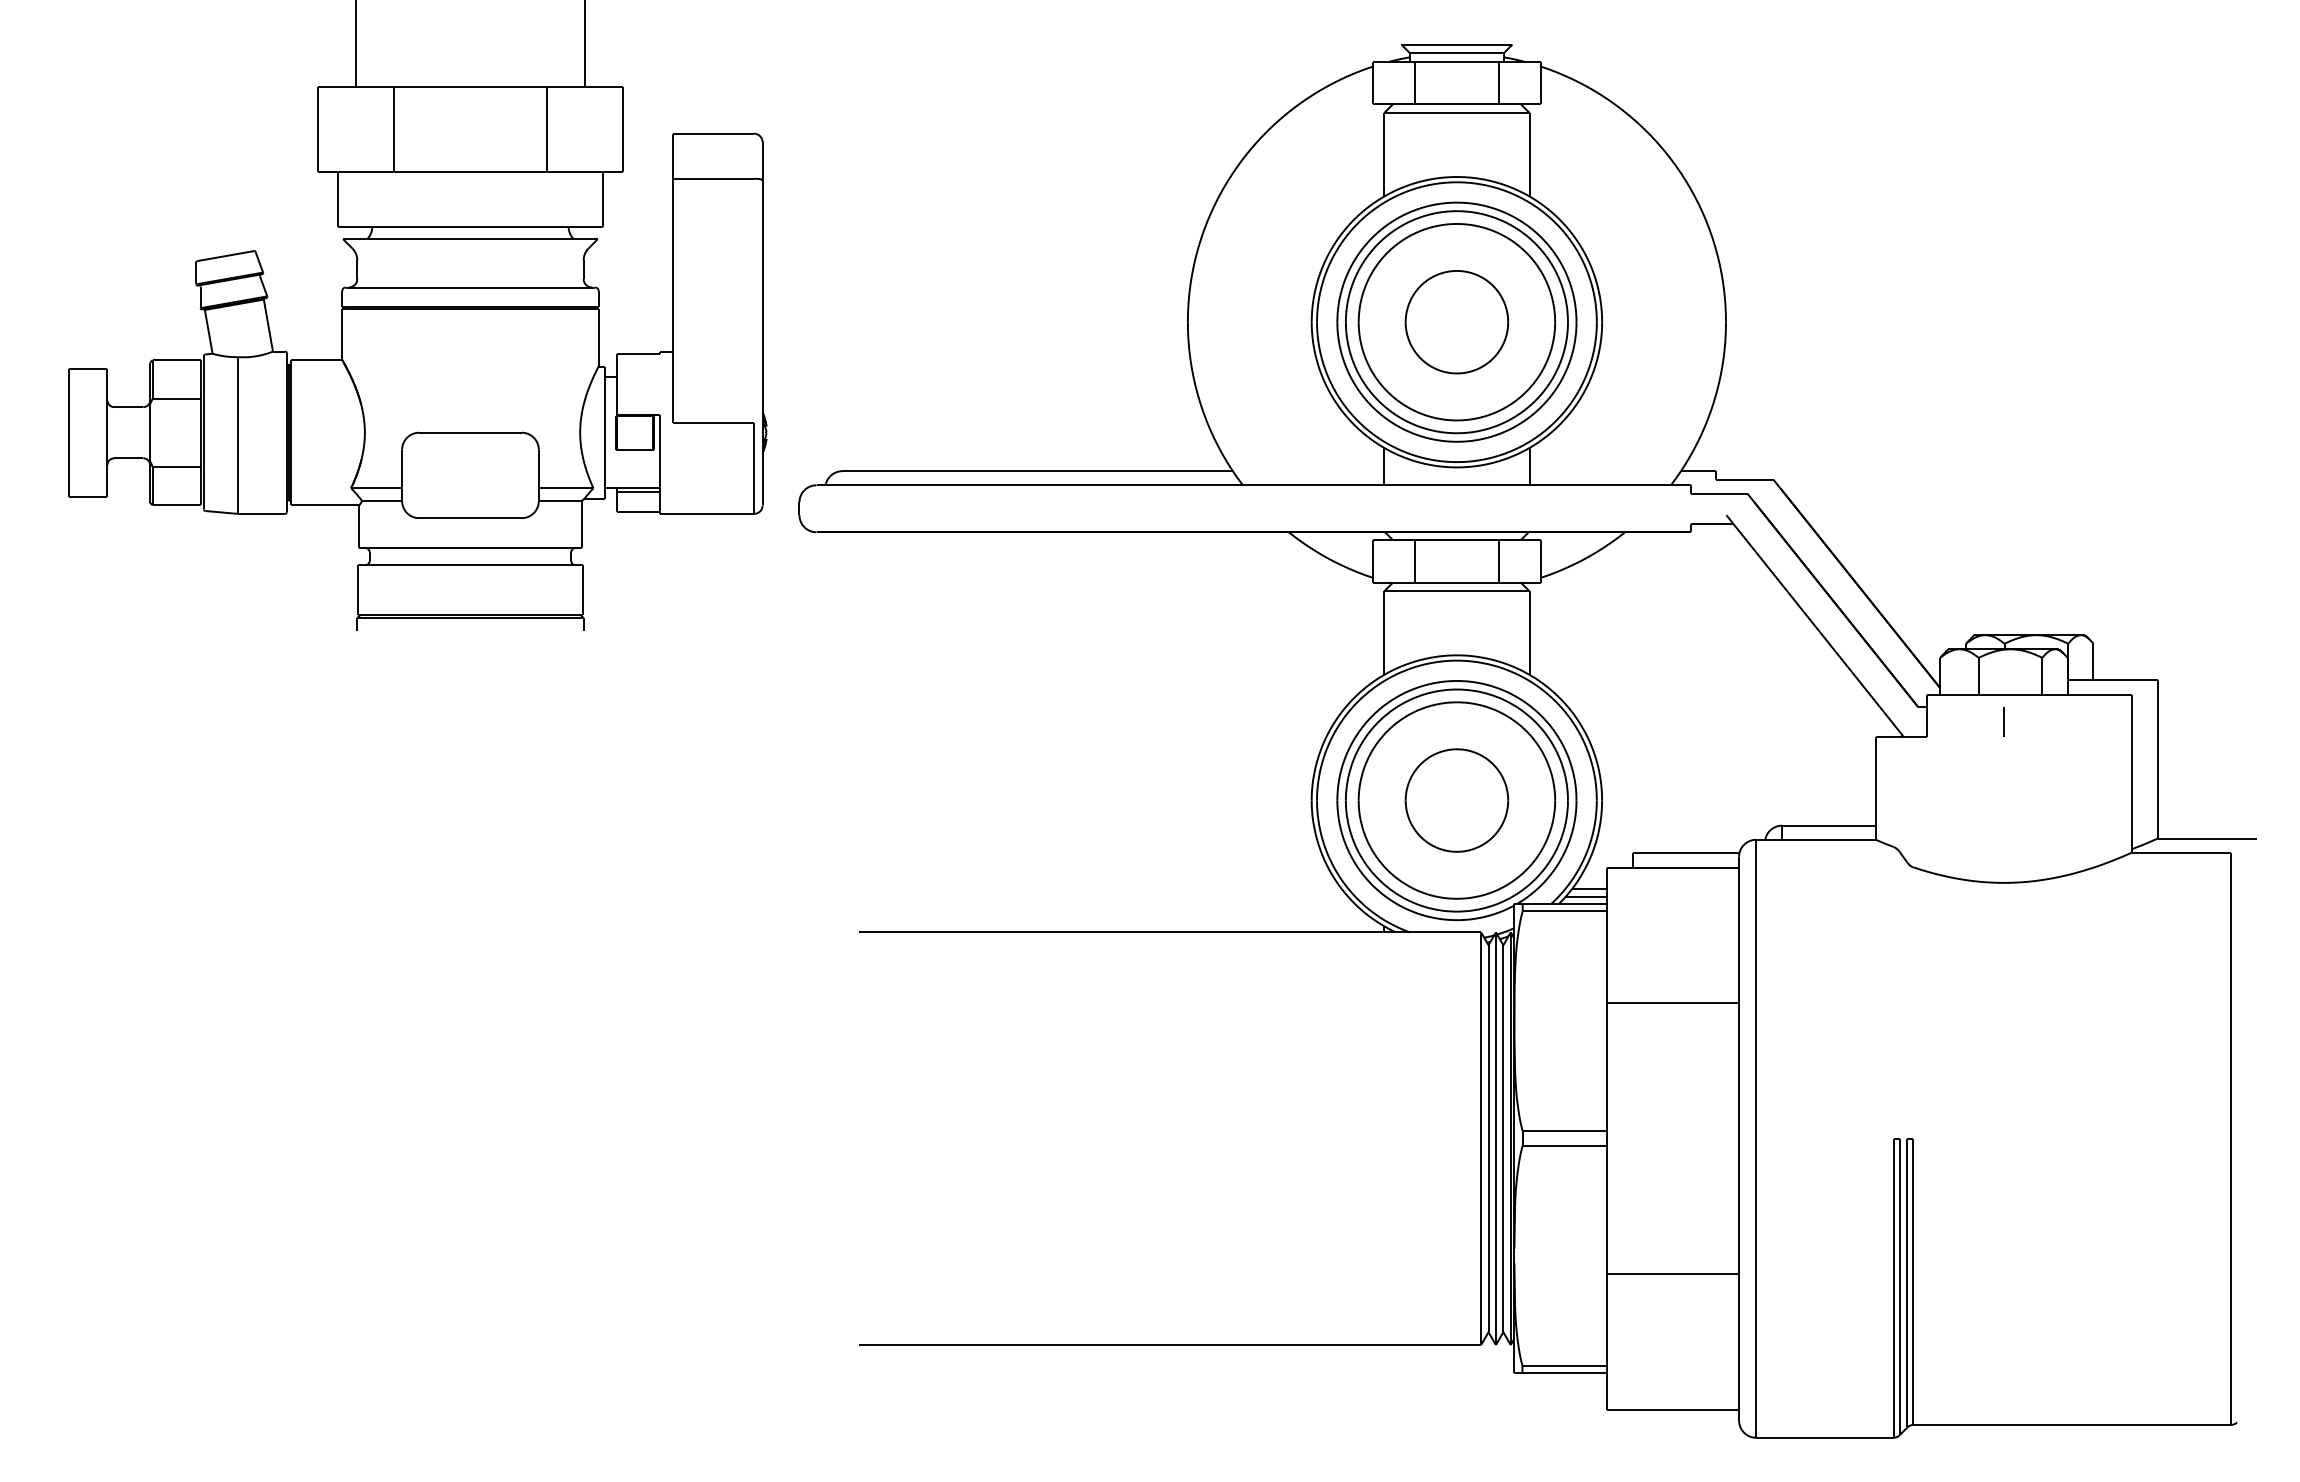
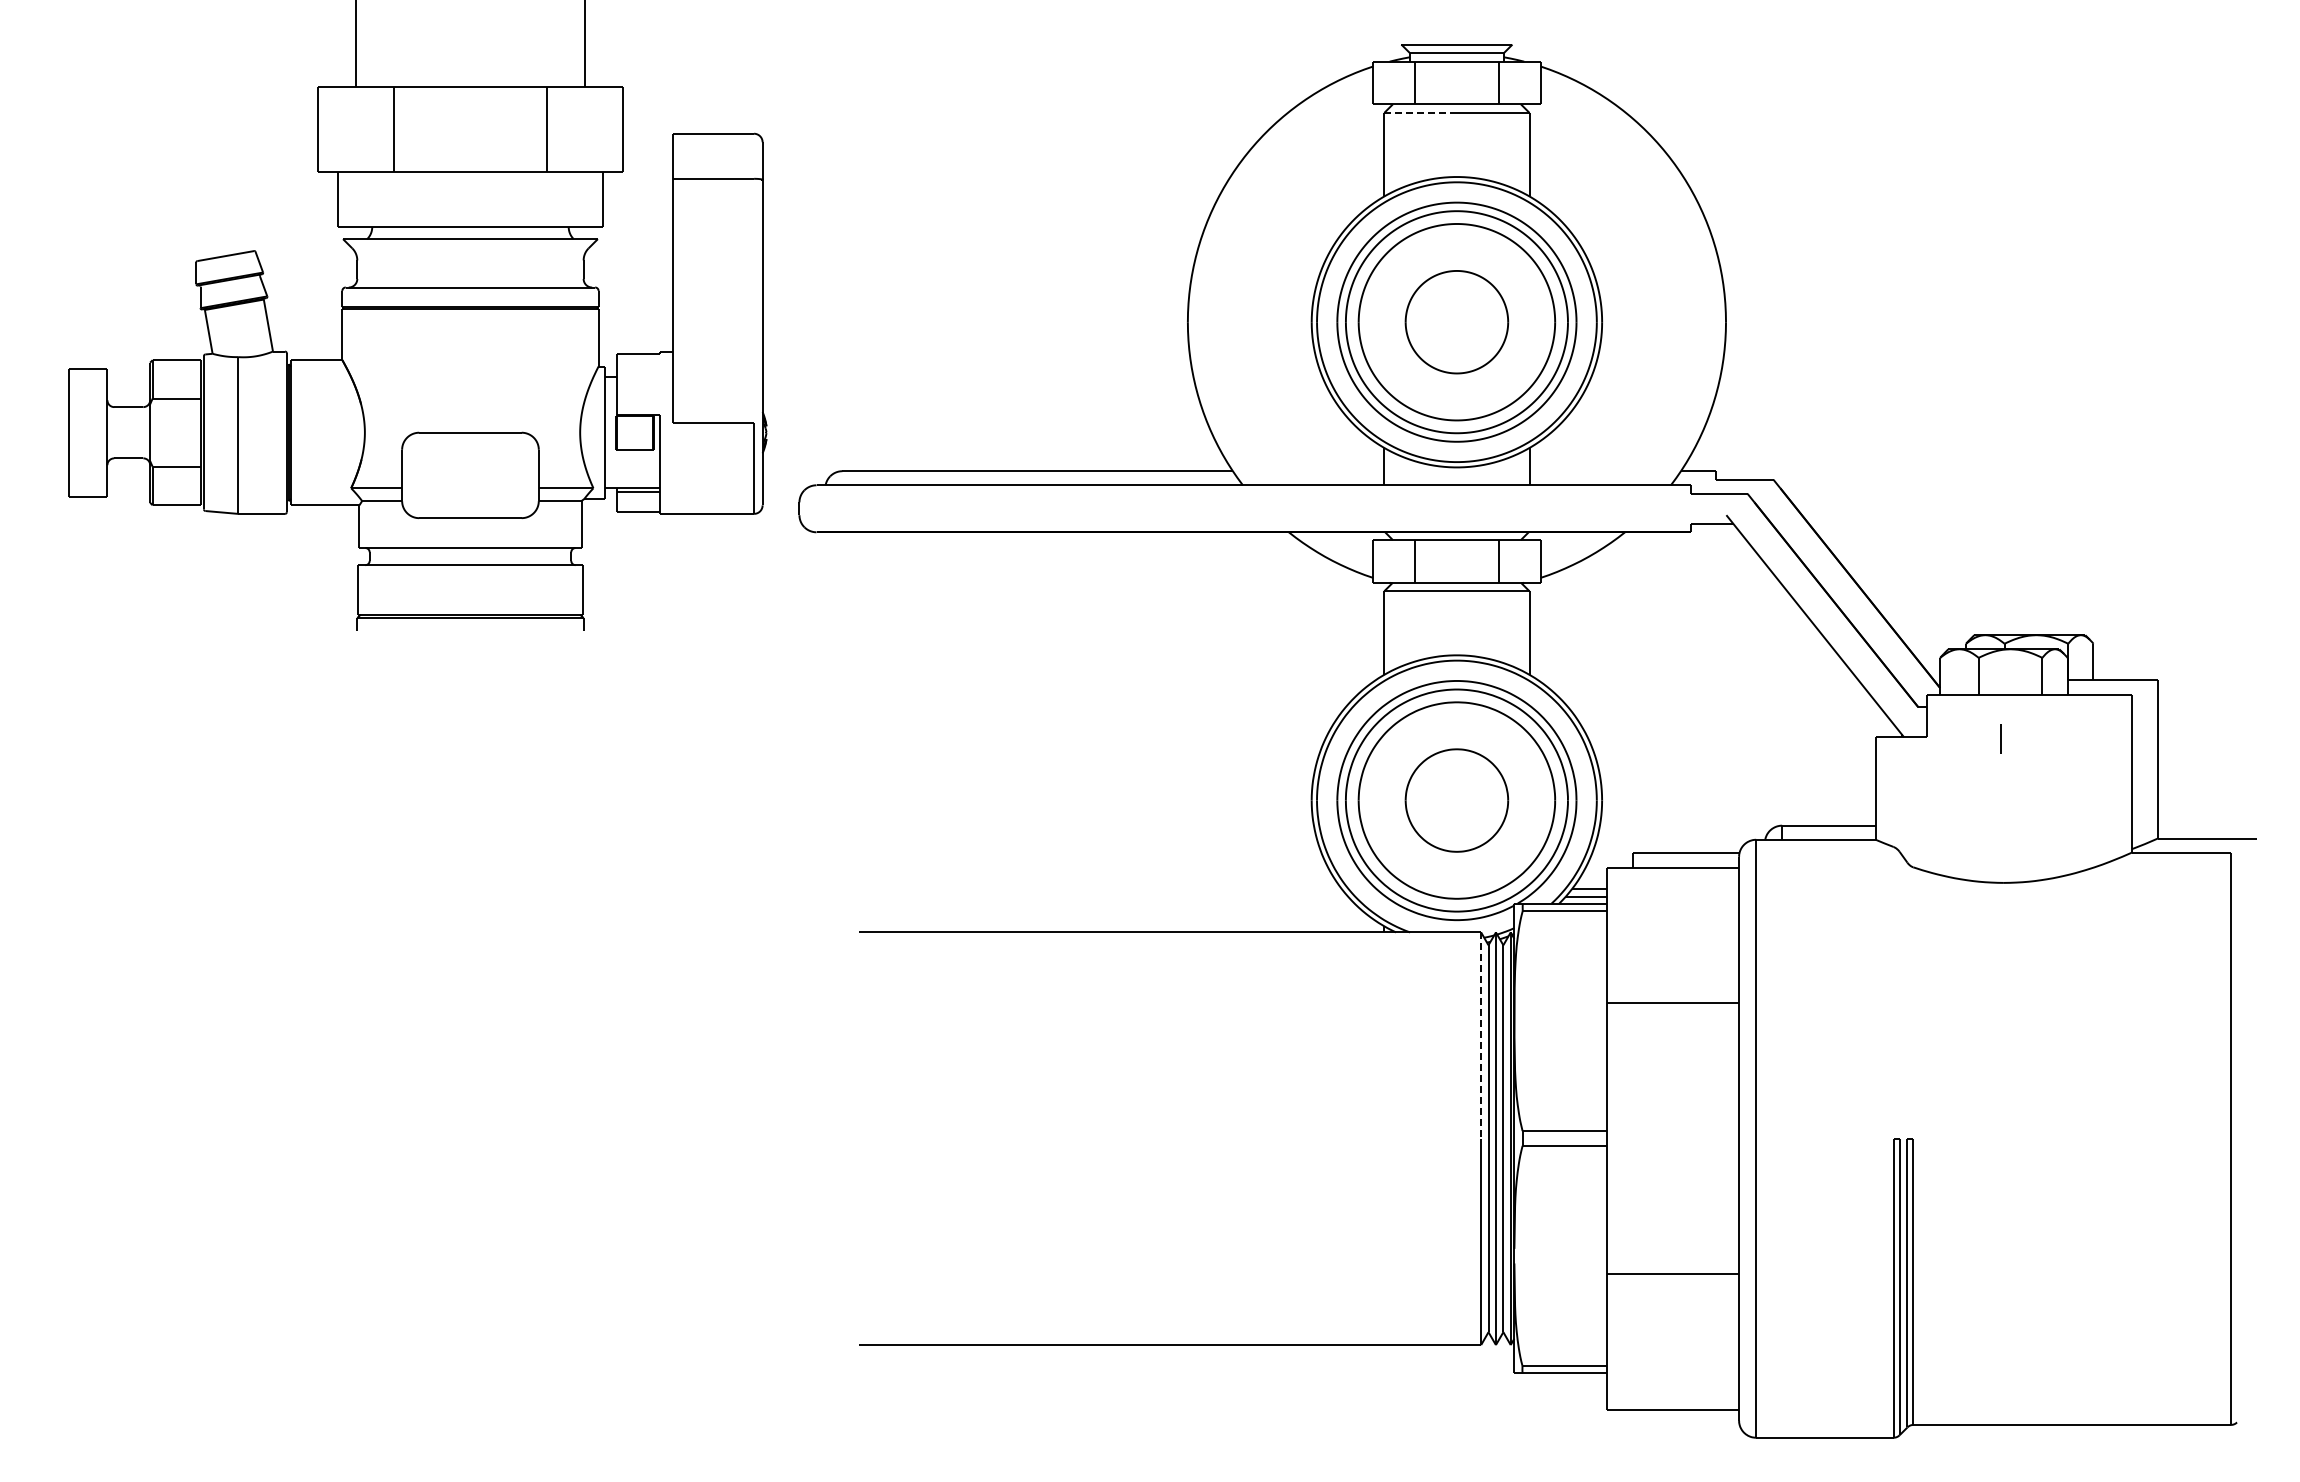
line at (1421, 112): solid -> dashed
line at (2003, 721) position: (2003, 721) -> (2000, 738)
line at (1481, 1036): solid -> dashed
